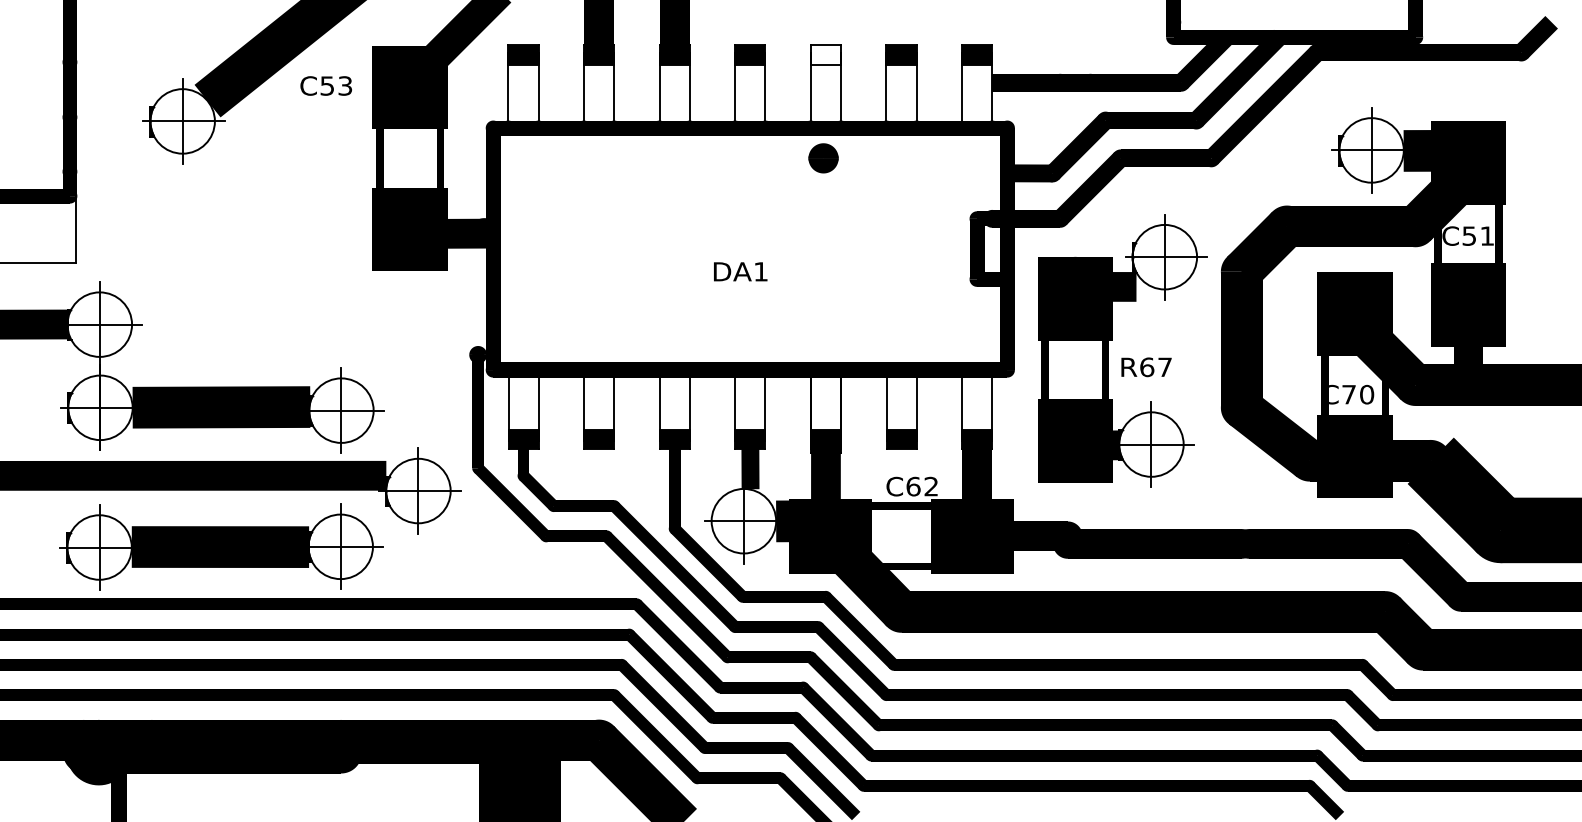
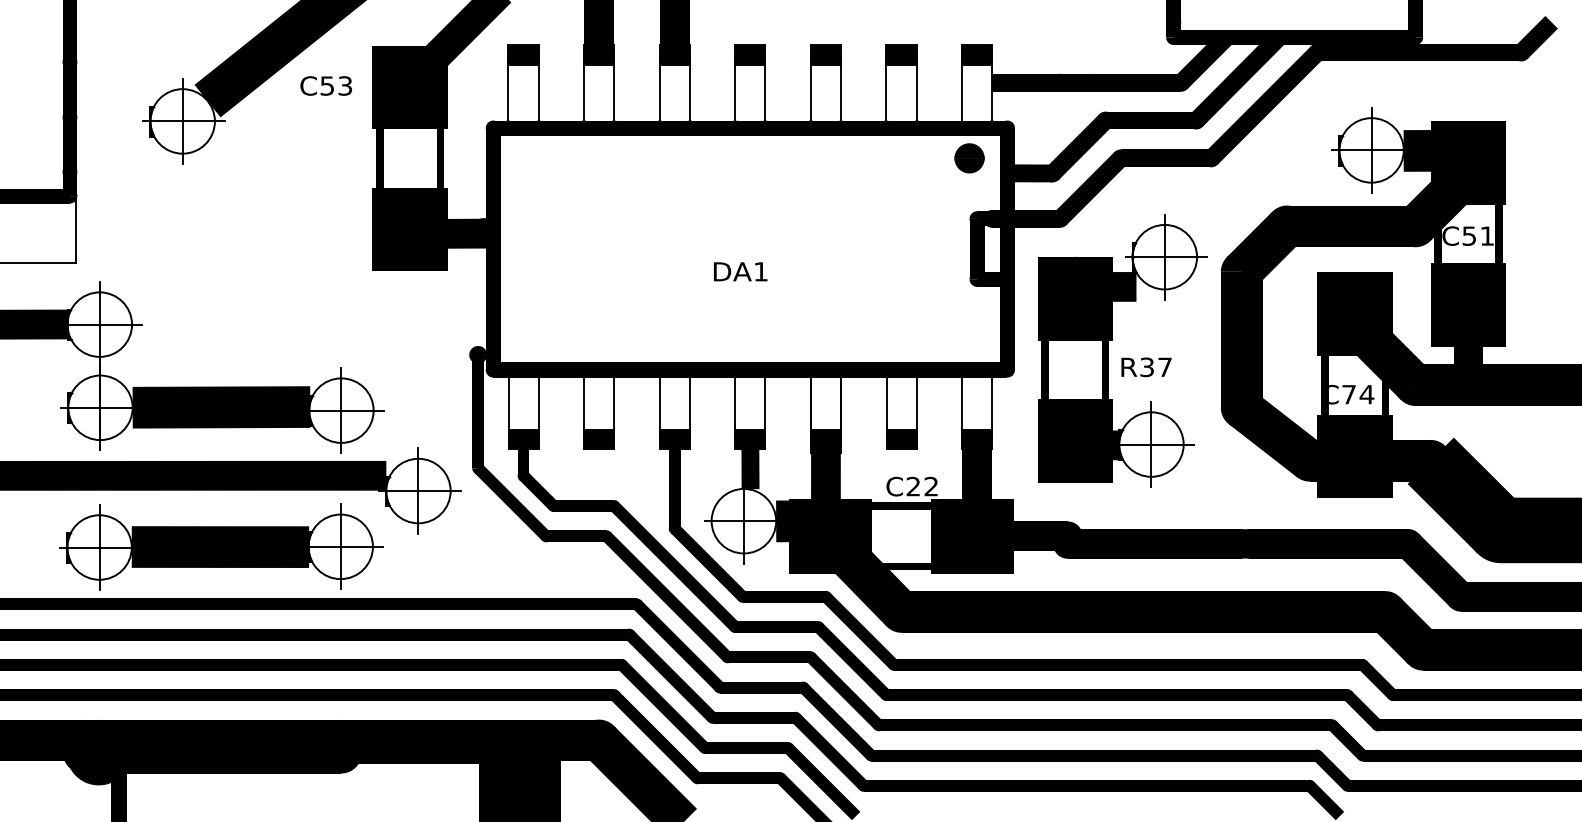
fill at (825, 54): none -> present
part at (823, 158) position: (823, 158) -> (969, 158)
text at (1147, 367): R67 -> R37
text at (1366, 394): C70 -> C74
text at (913, 486): C62 -> C22
